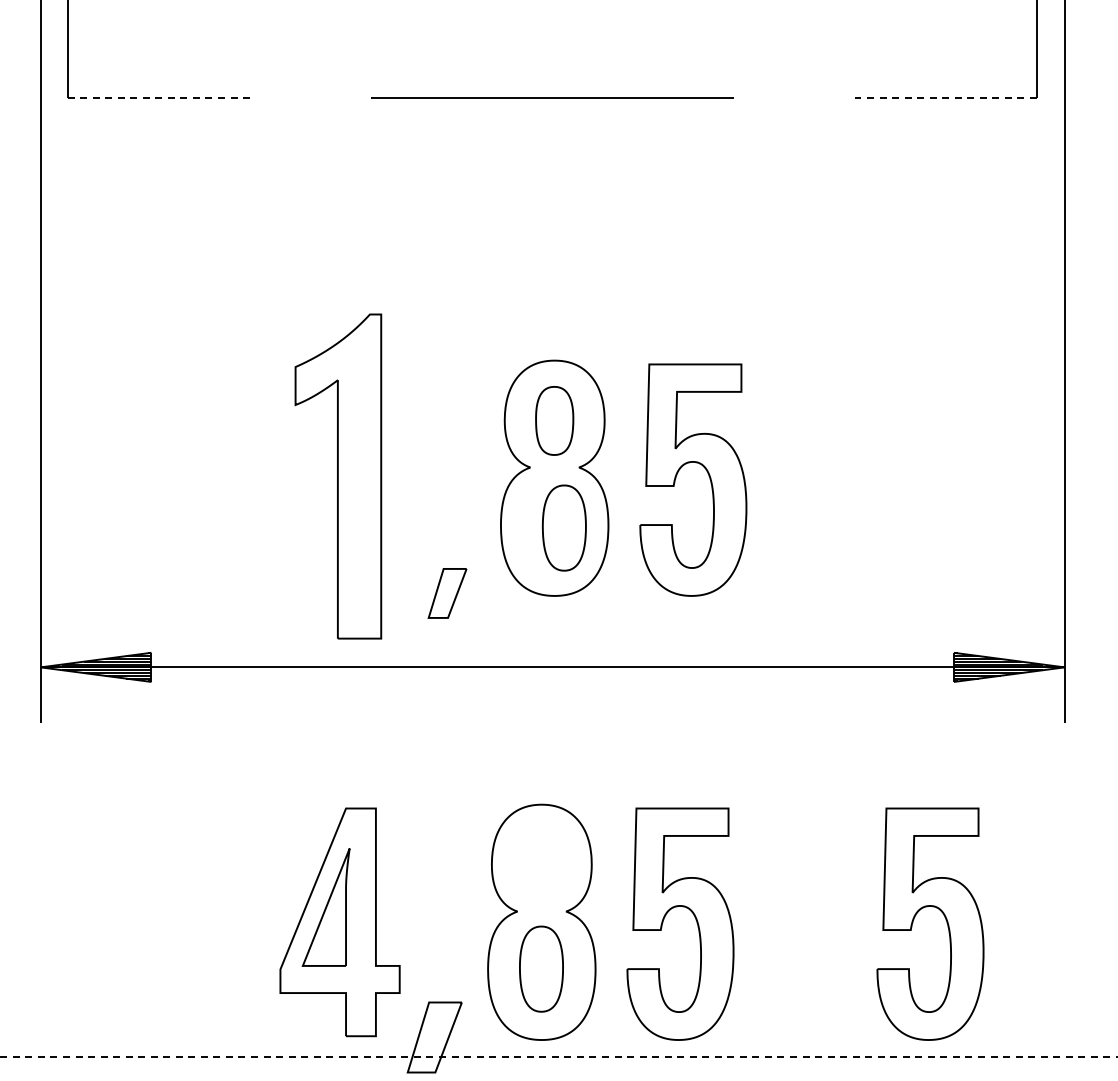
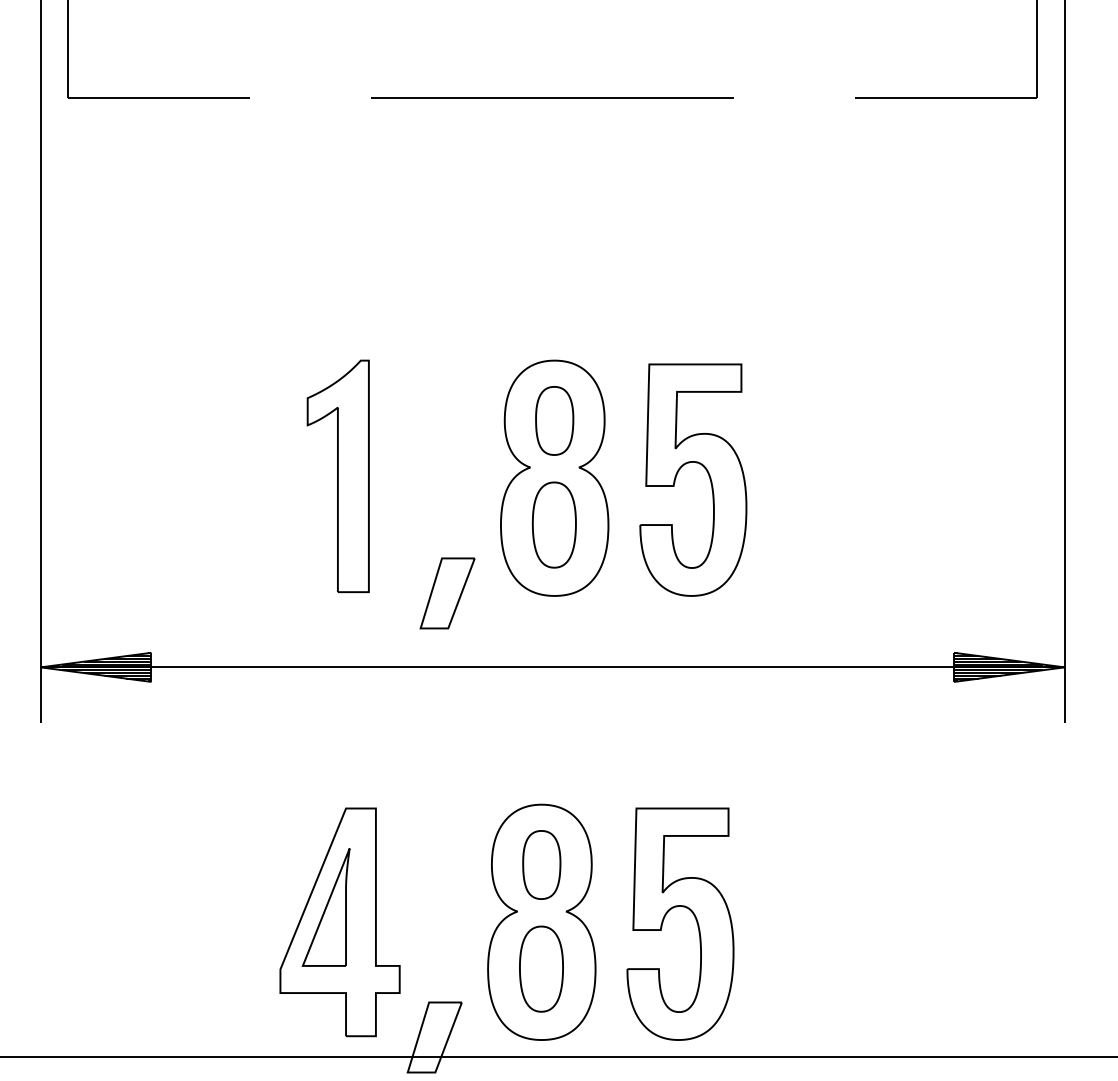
line at (159, 97): dashed -> solid
line at (946, 97): dashed -> solid
part at (338, 476) size: 89x327 px -> 64x234 px
part at (563, 527) position: (563, 527) -> (553, 524)
part at (447, 593) size: 41x51 px -> 57x73 px
part at (541, 864): none -> present
part at (944, 917): present -> none
line at (559, 1057): dashed -> solid
